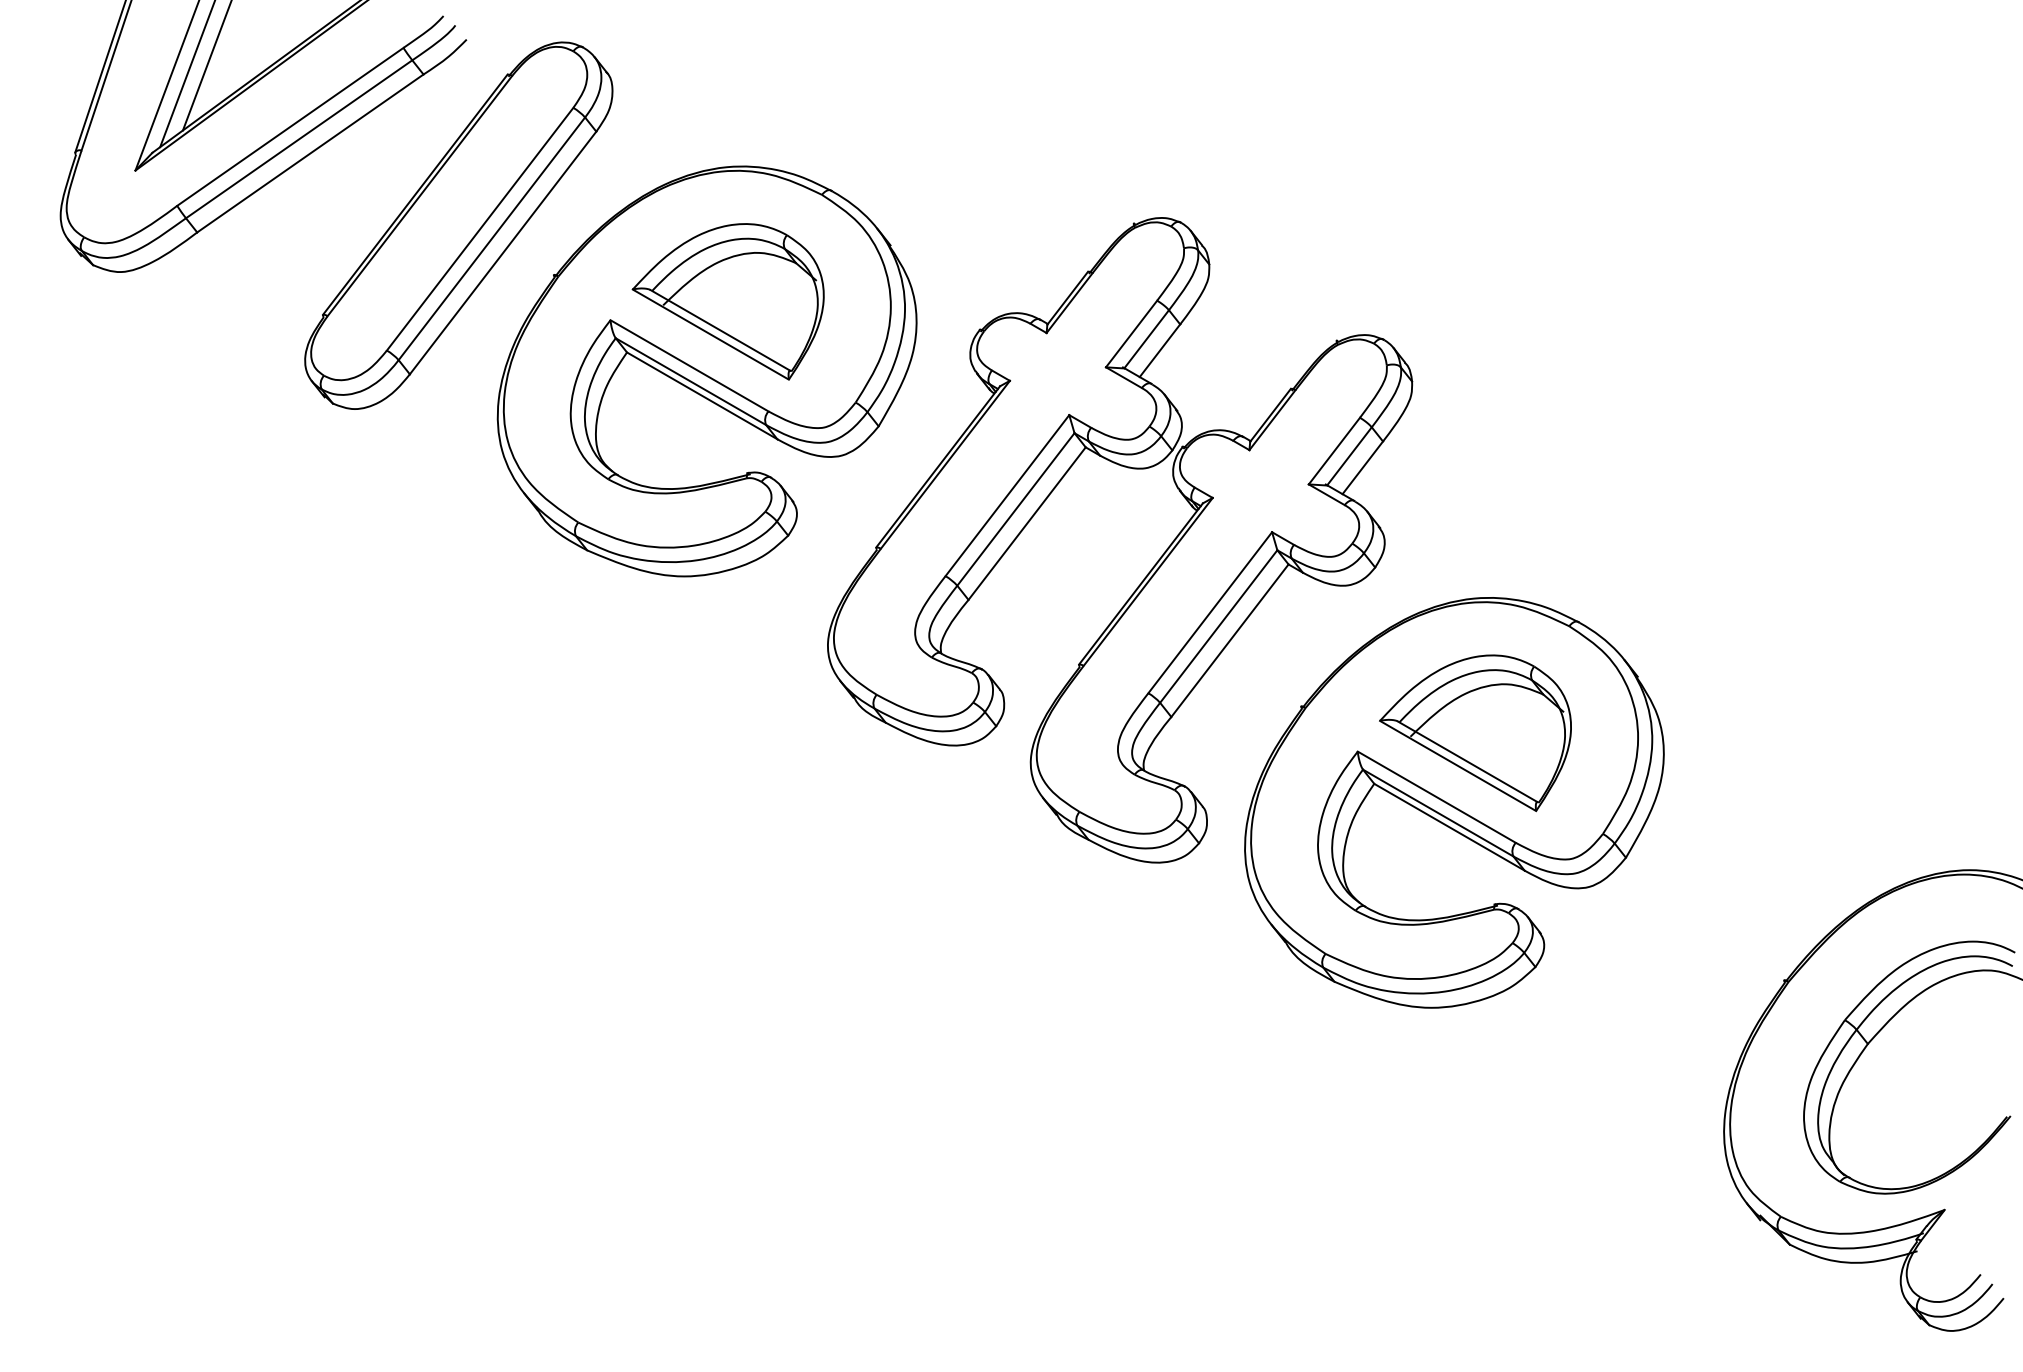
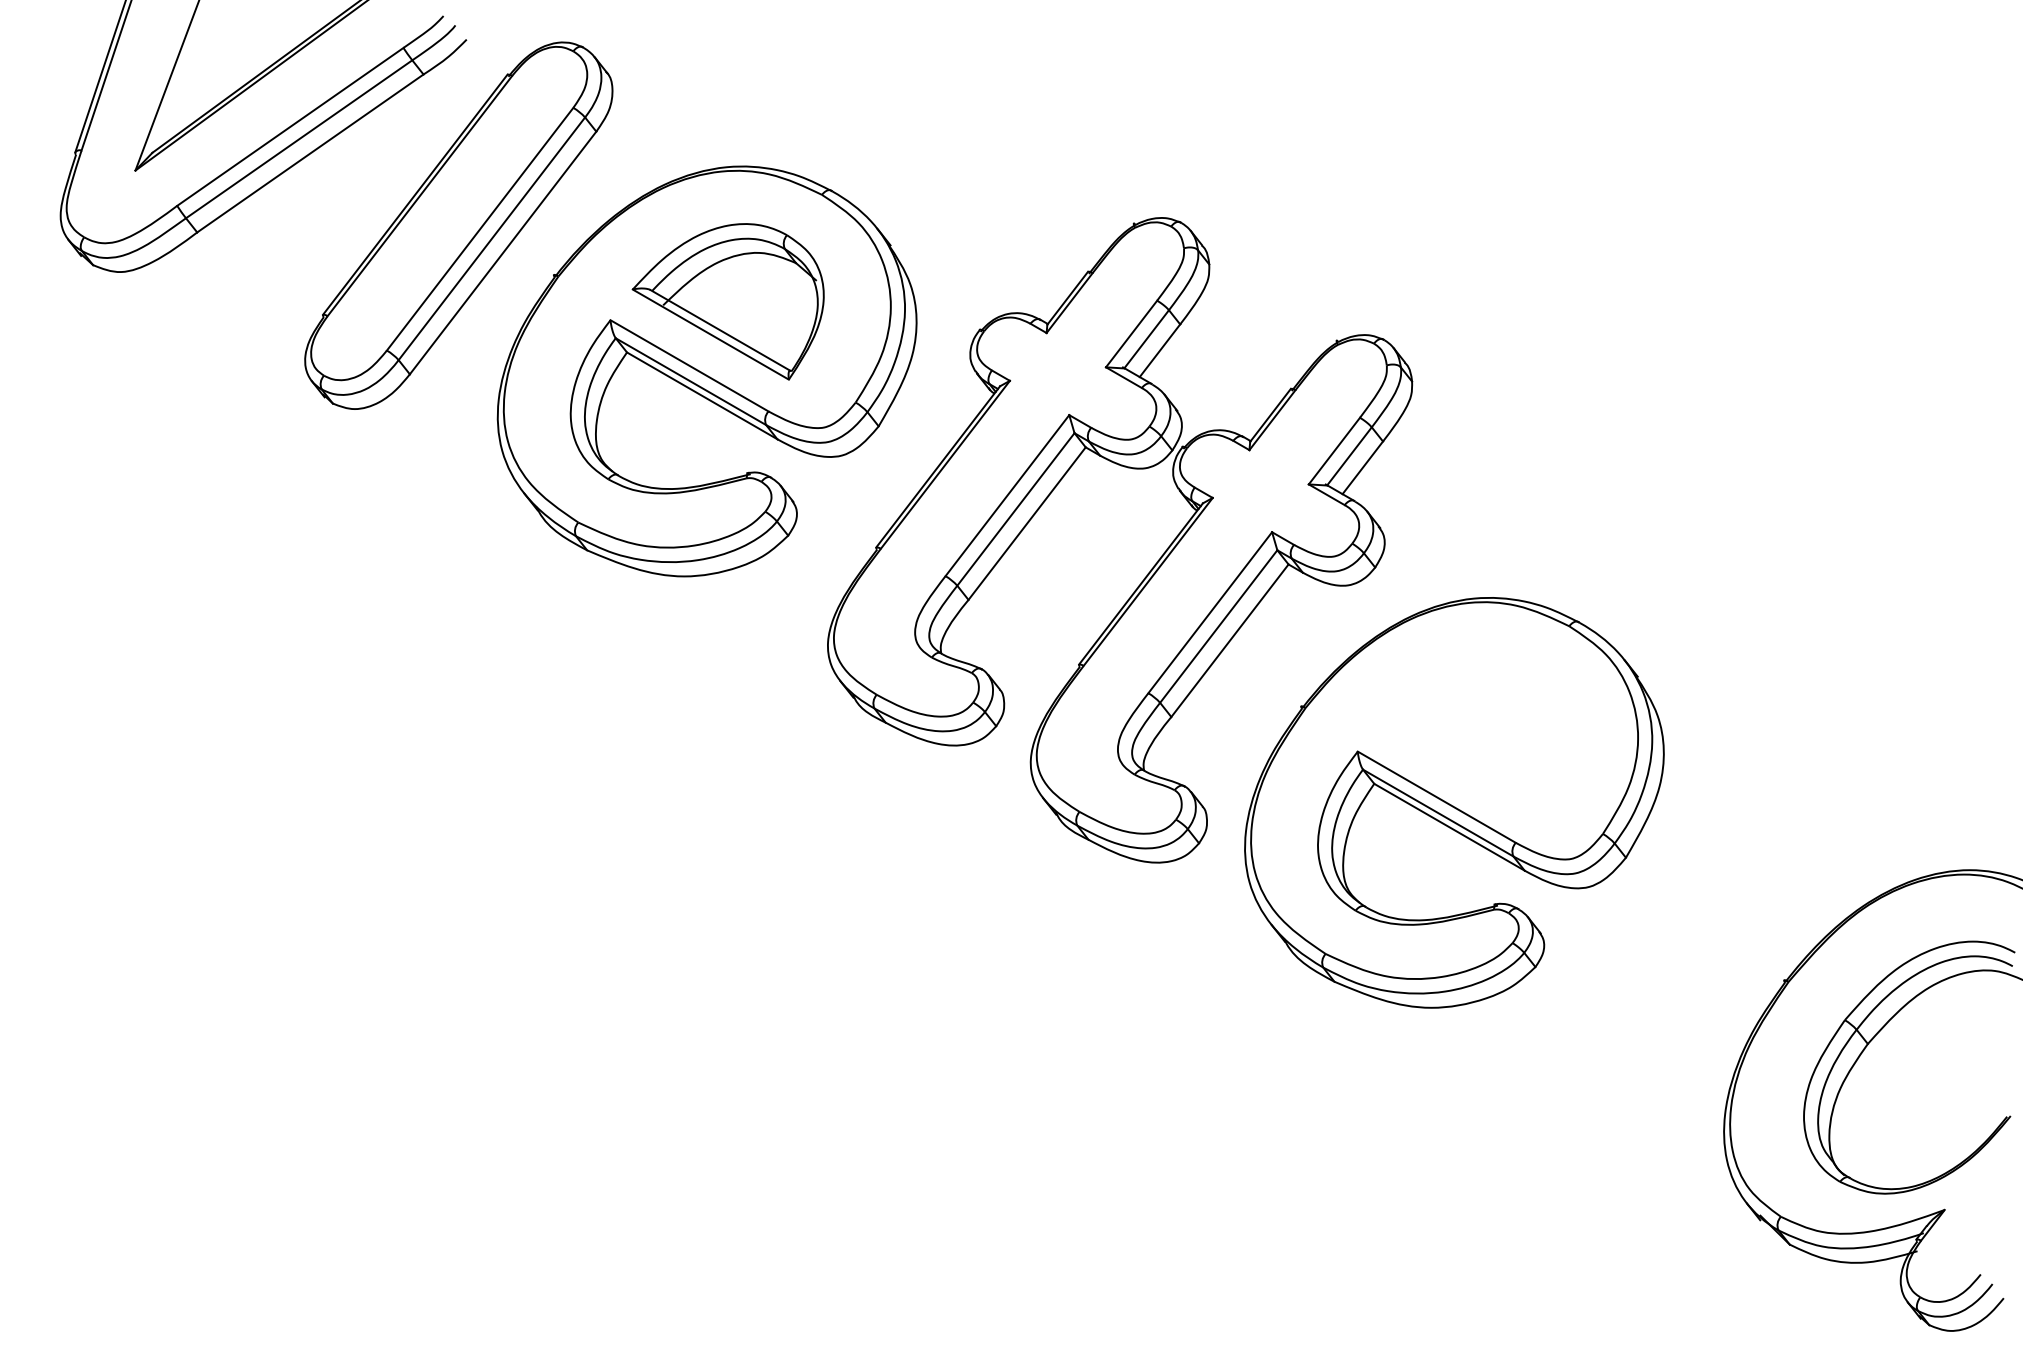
line at (206, 66): present -> none
line at (187, 74): present -> none
part at (1475, 733): present -> none
